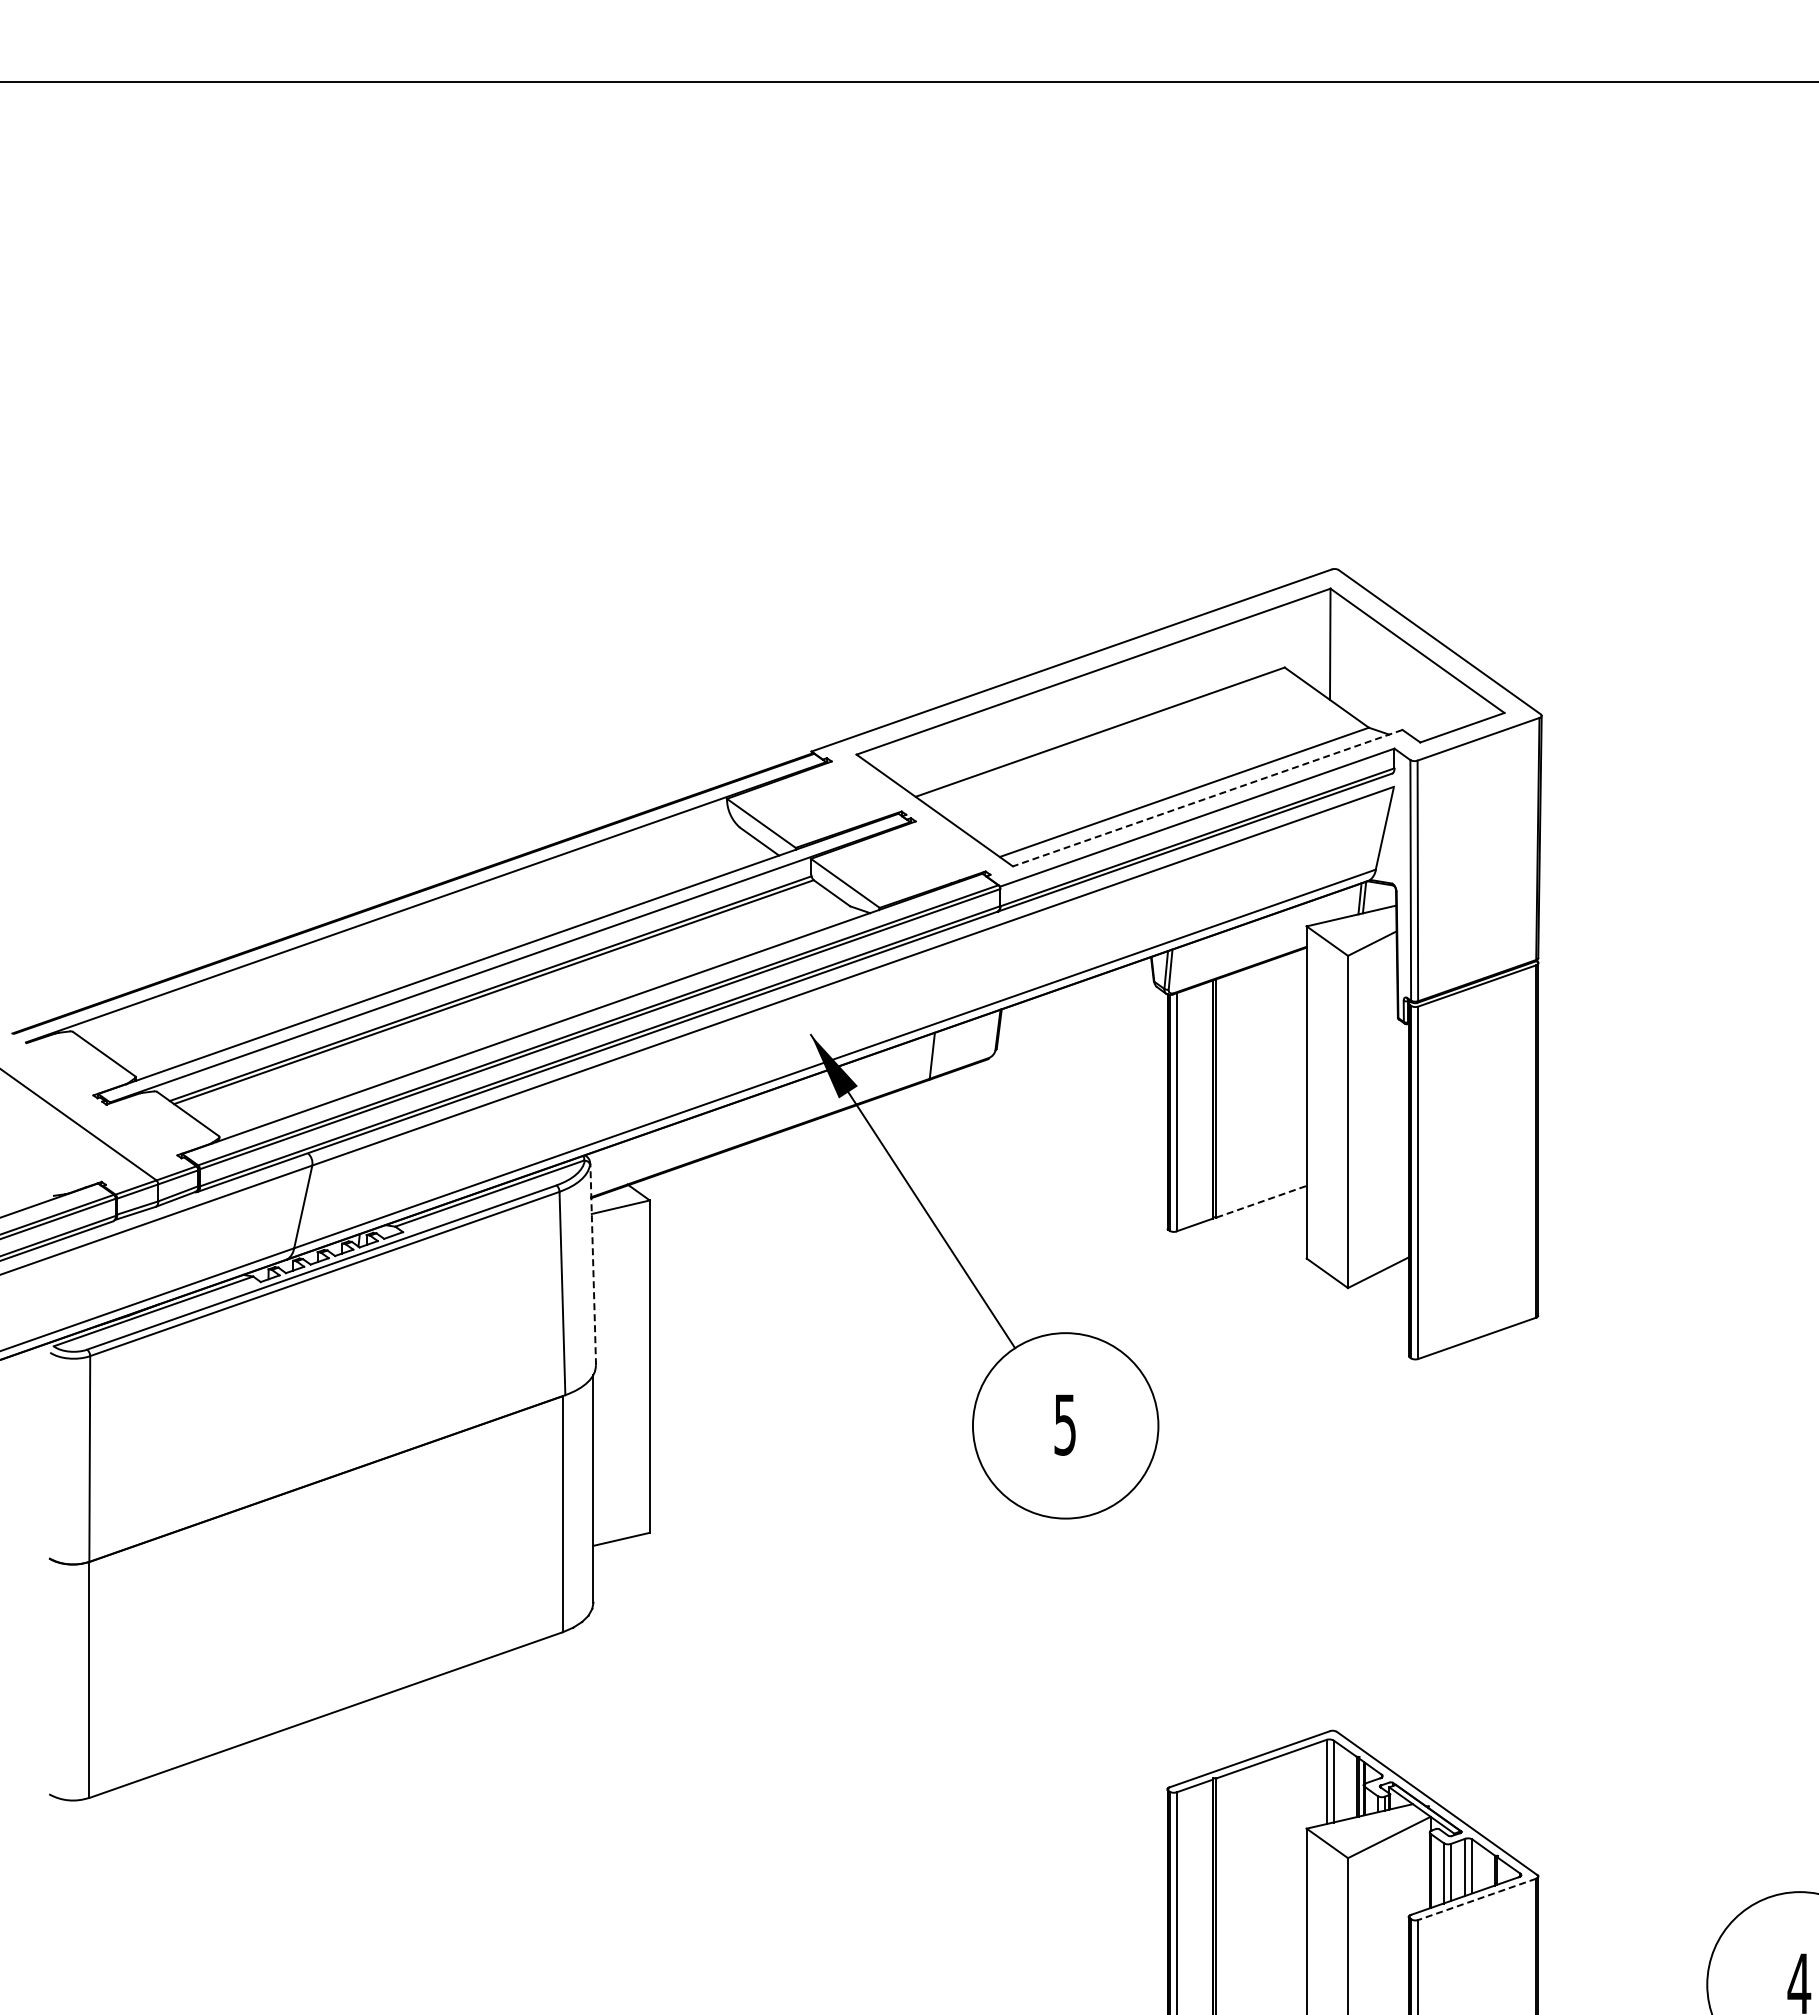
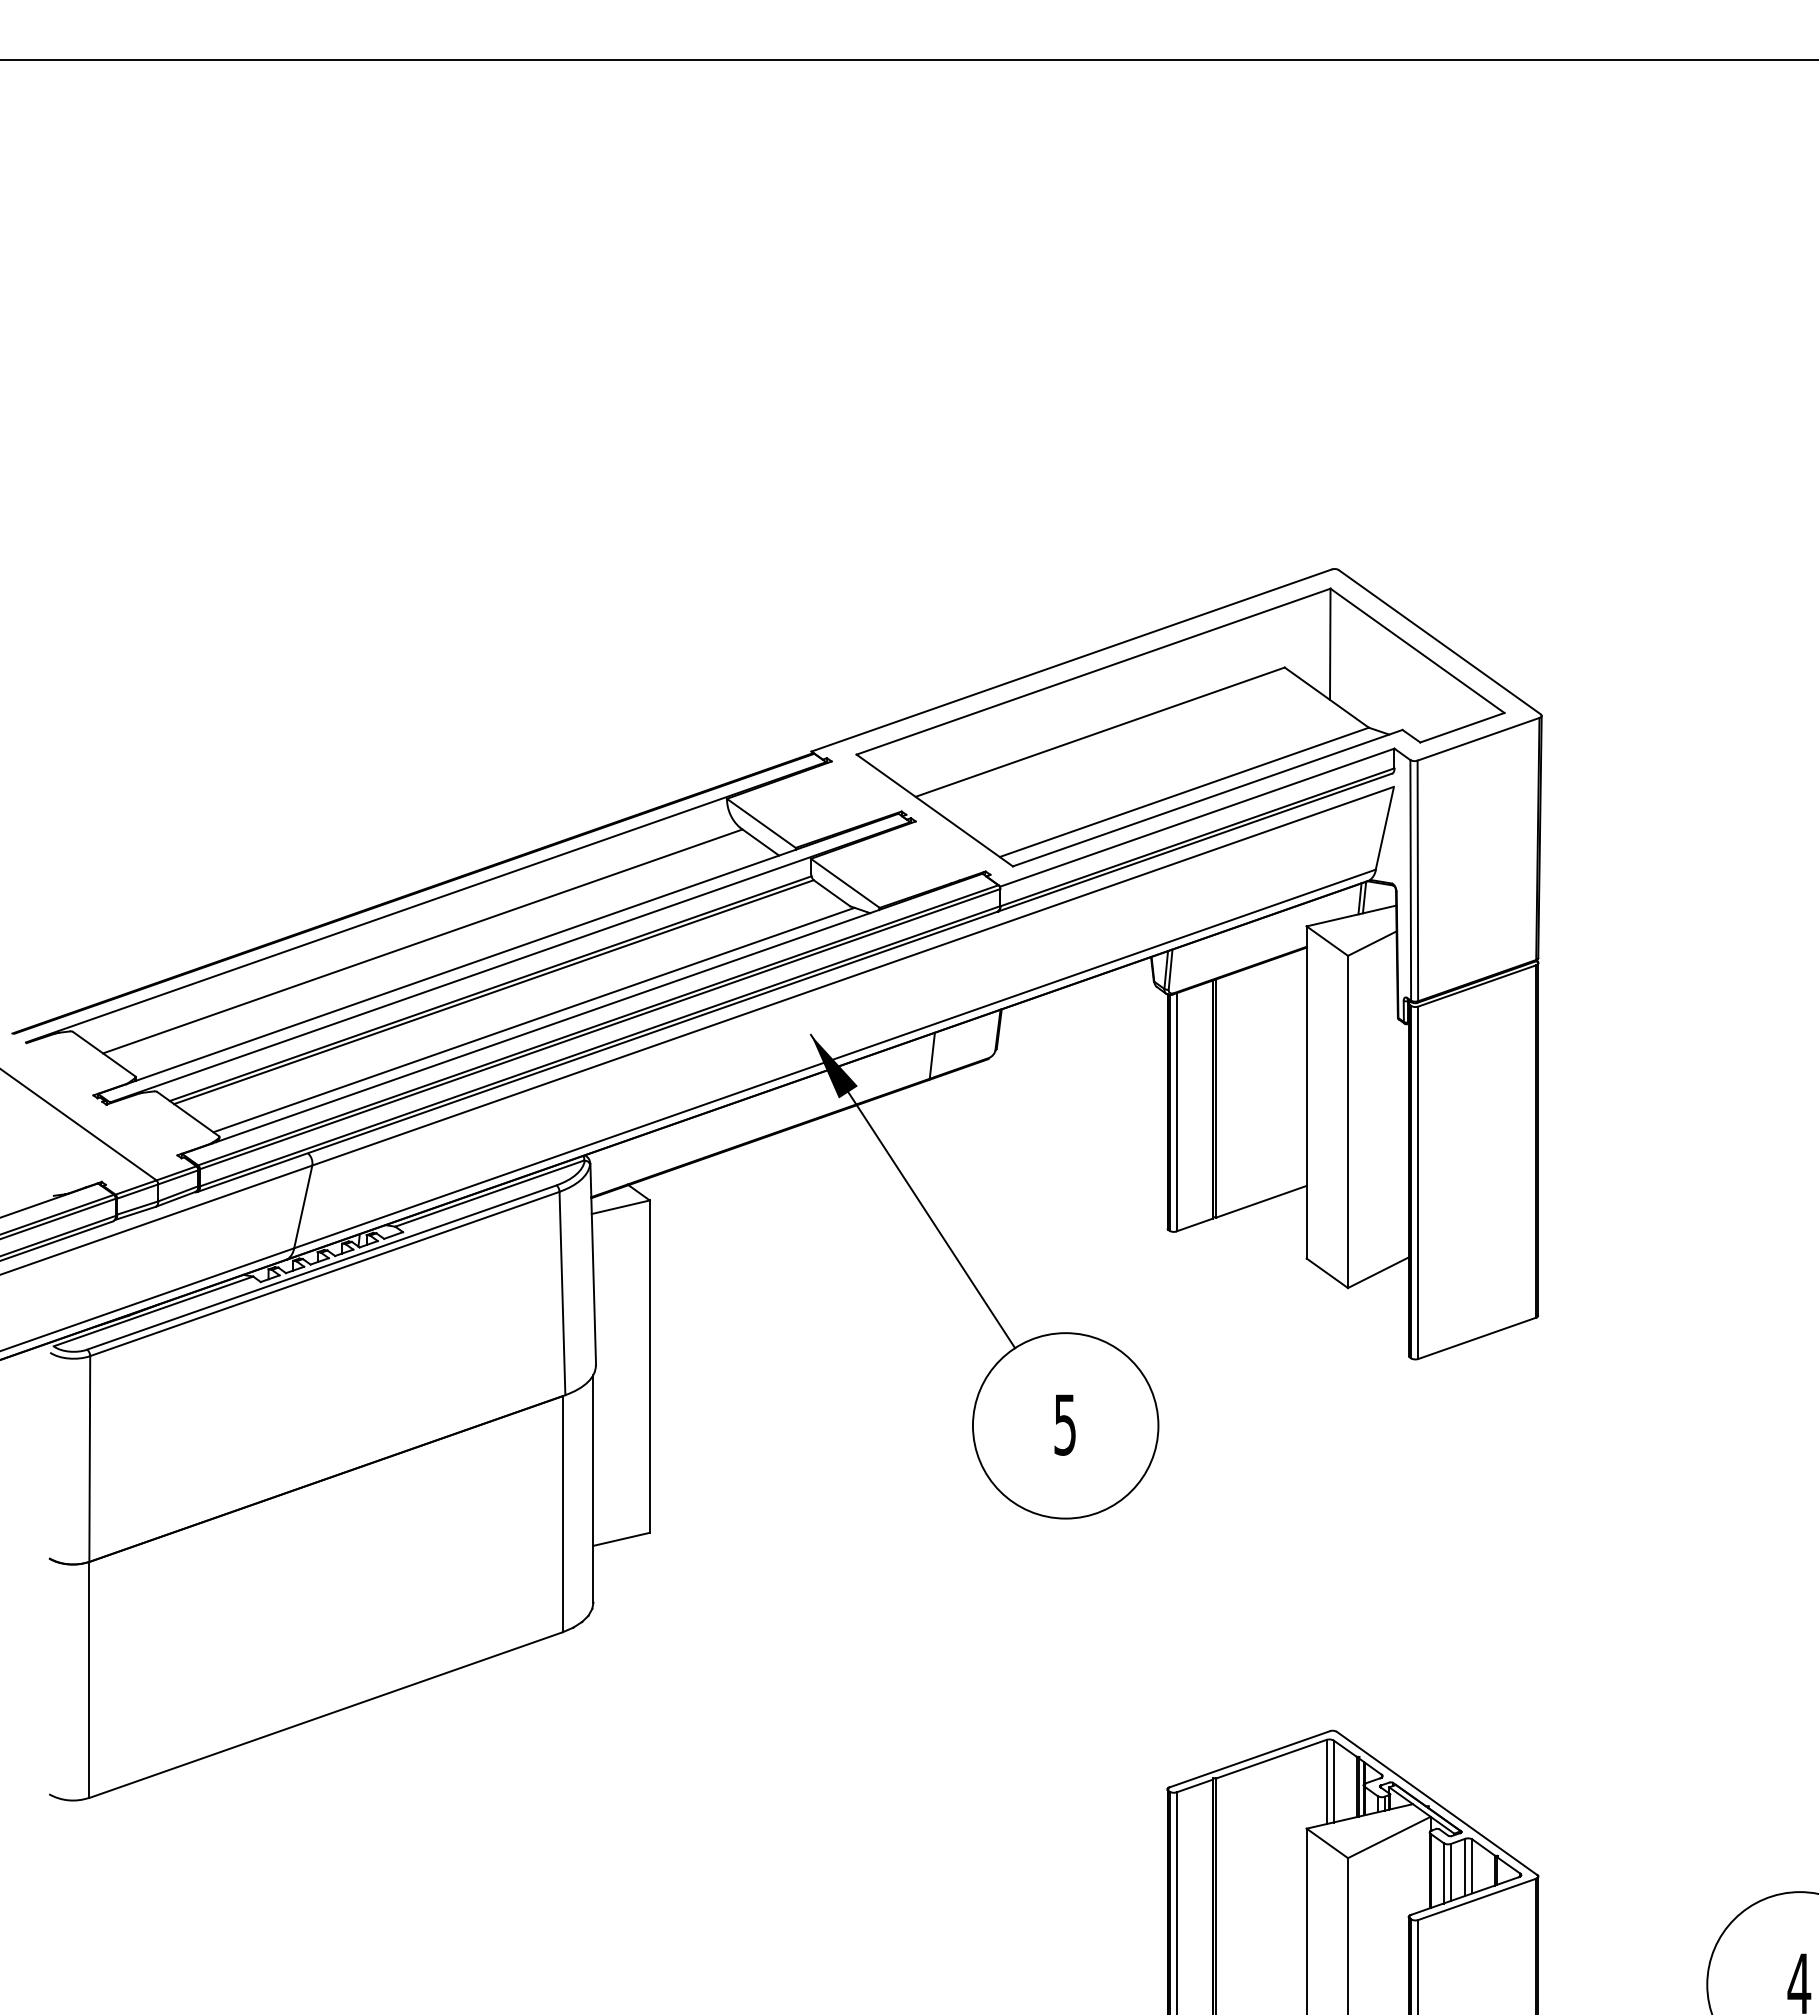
line at (908, 82) position: (908, 82) -> (908, 60)
line at (1207, 798): dashed -> solid
line at (422, 941): none -> present
line at (533, 1019): none -> present
line at (1261, 1201): dashed -> solid
line at (593, 1264): dashed -> solid
line at (1476, 1899): dashed -> solid
